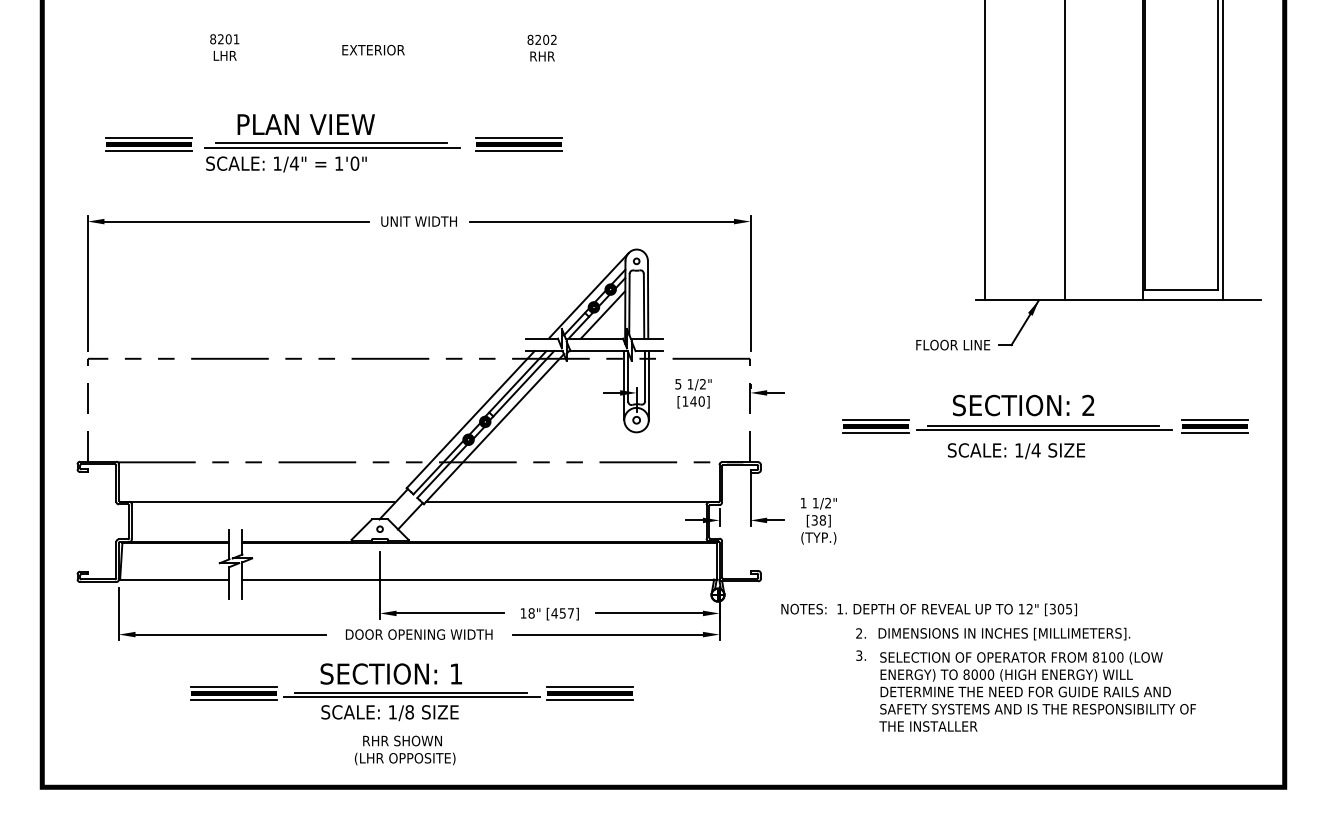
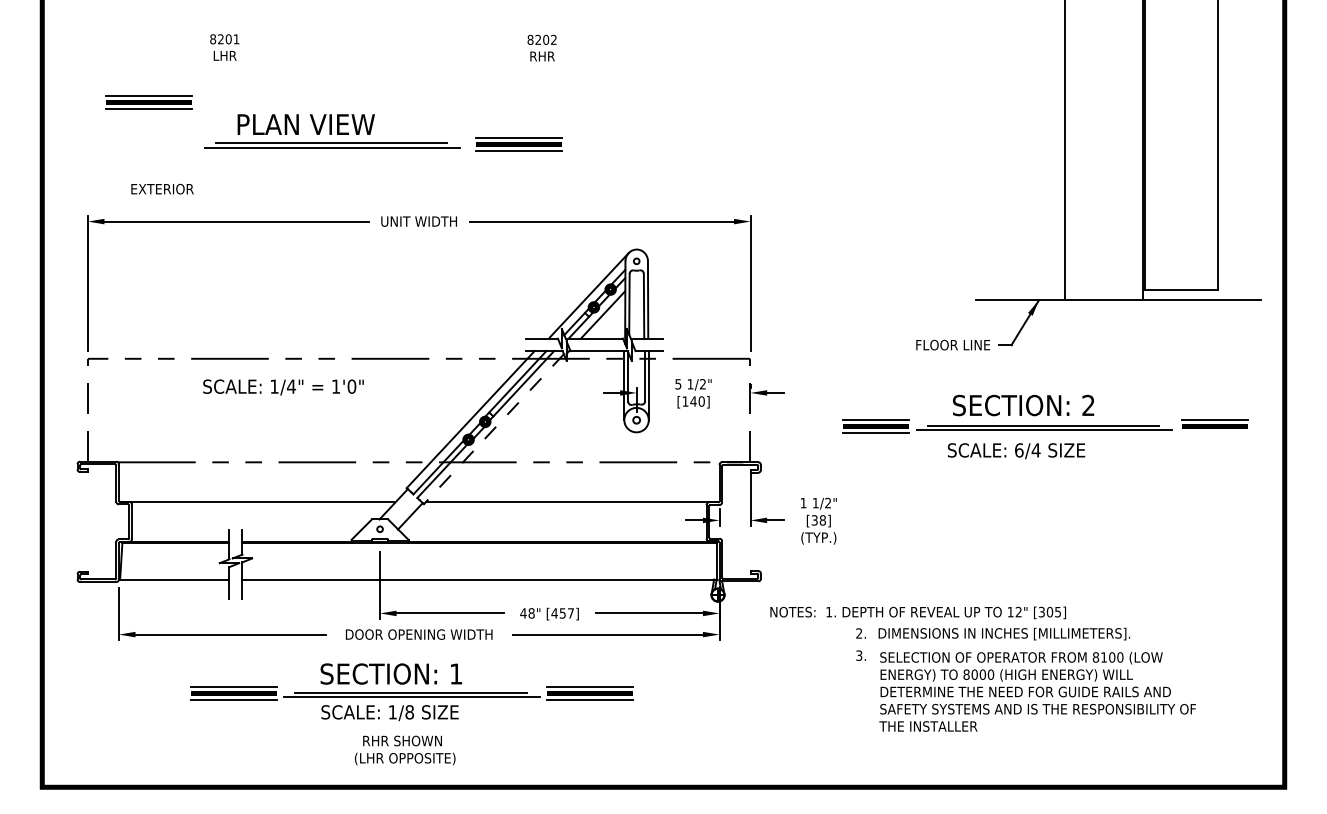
text at (373, 49) position: (373, 49) -> (162, 188)
part at (148, 144) position: (148, 144) -> (148, 102)
line at (984, 151): present -> none
line at (1222, 151): present -> none
text at (286, 164) position: (286, 164) -> (283, 387)
line at (493, 429): solid -> dashed
line at (1214, 433): present -> none
text at (1019, 450): 1/4 -> 6/4
text at (928, 609) position: (928, 609) -> (917, 612)
text at (523, 613): 18" -> 48"
